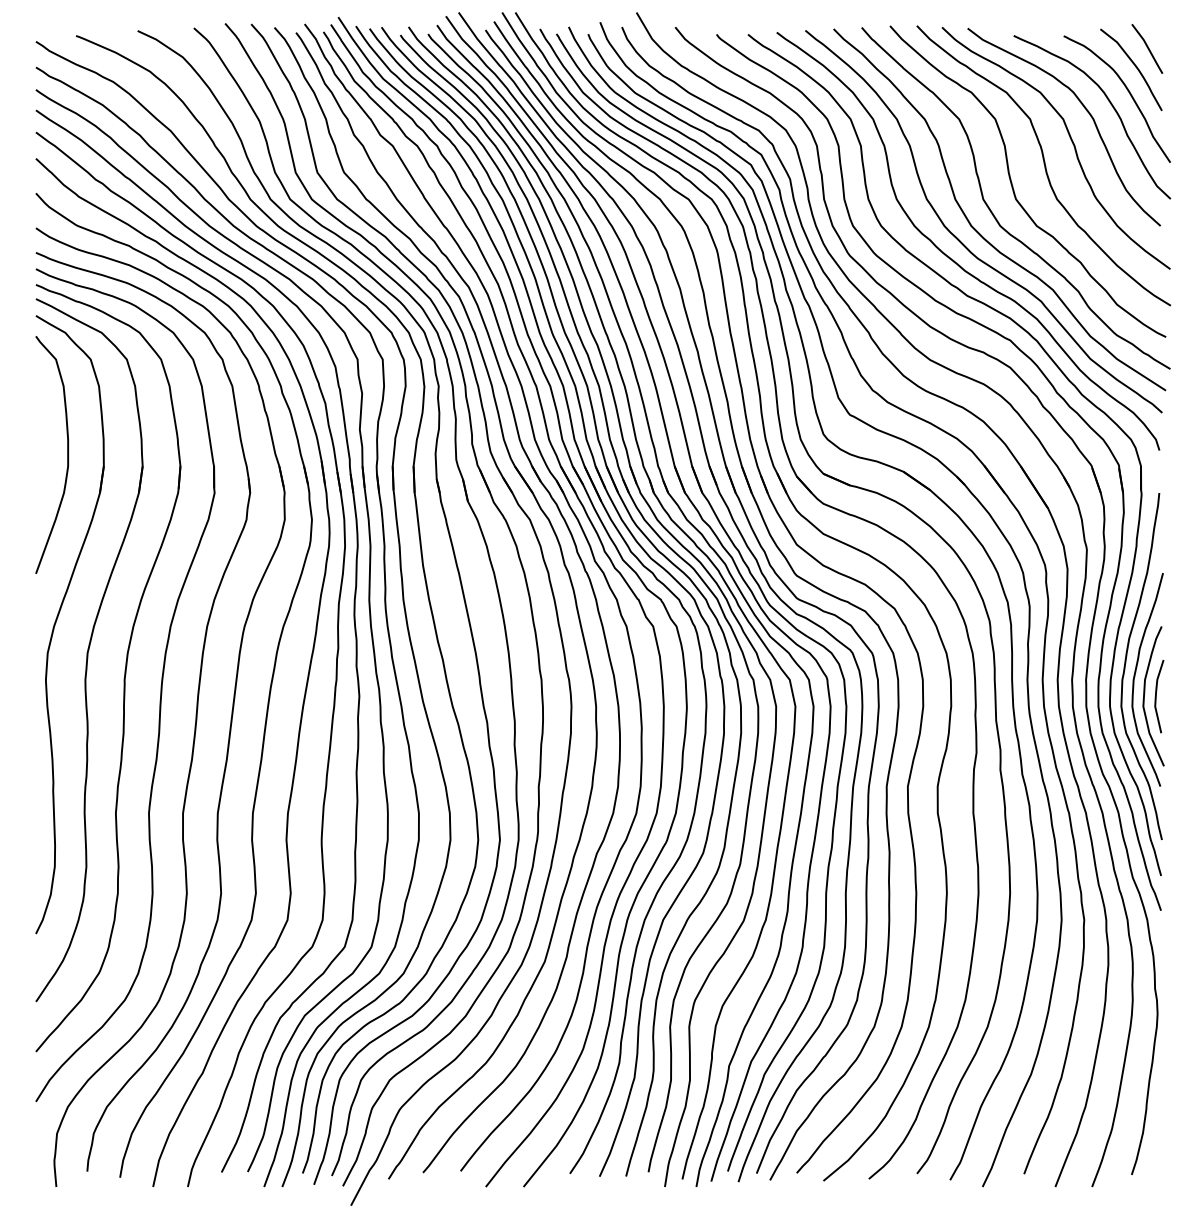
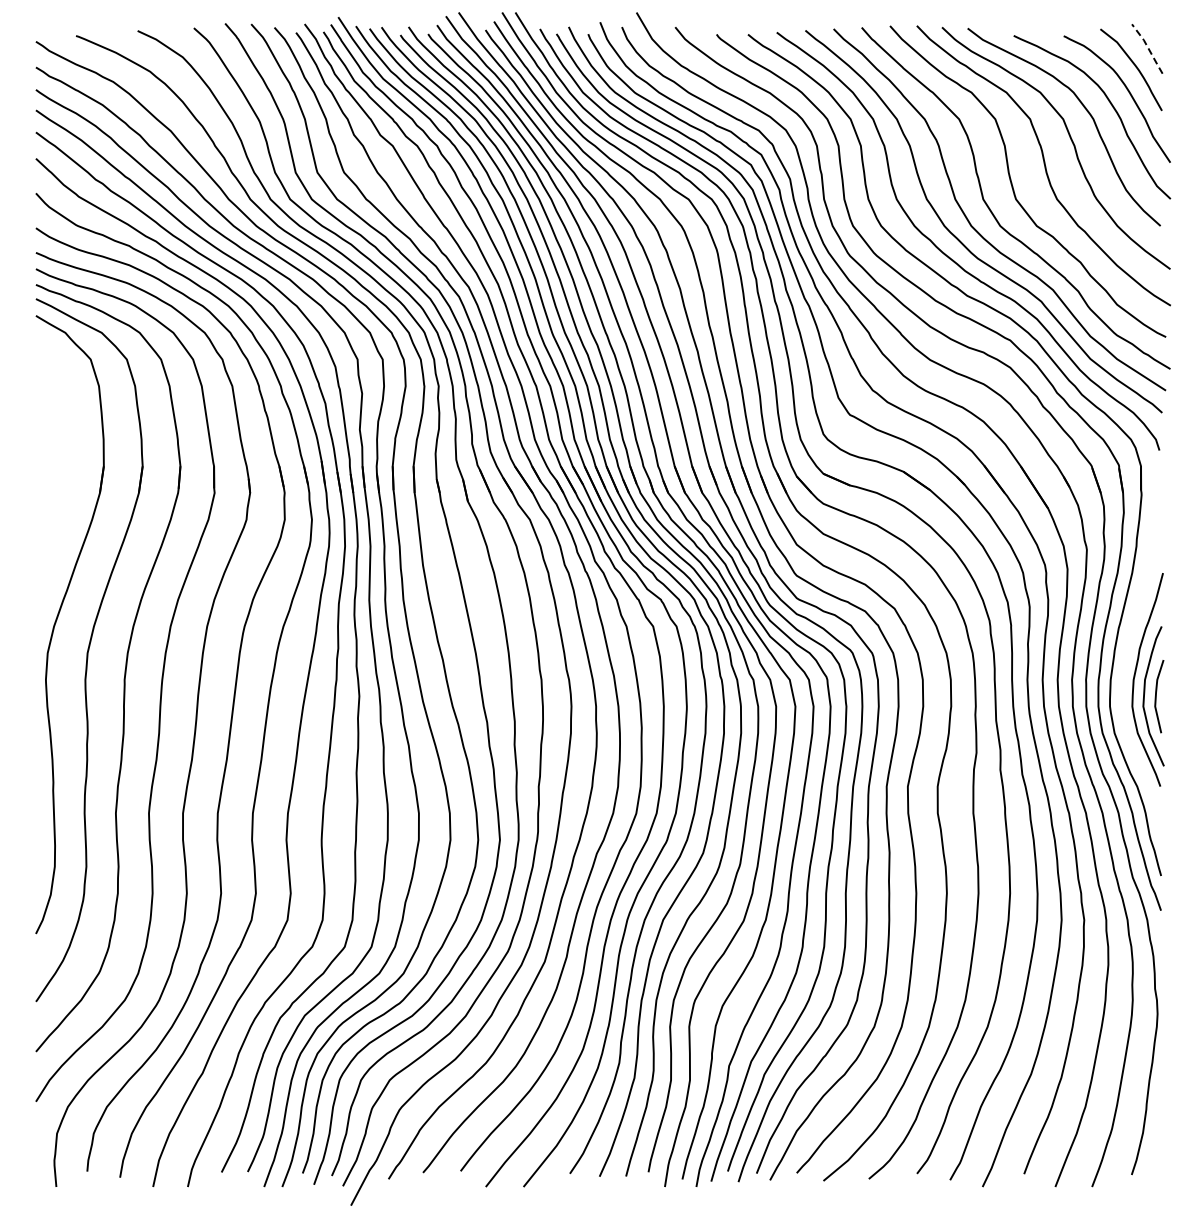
line at (1148, 48): solid -> dashed
curve at (67, 454): present -> none
curve at (1126, 663): present -> none
